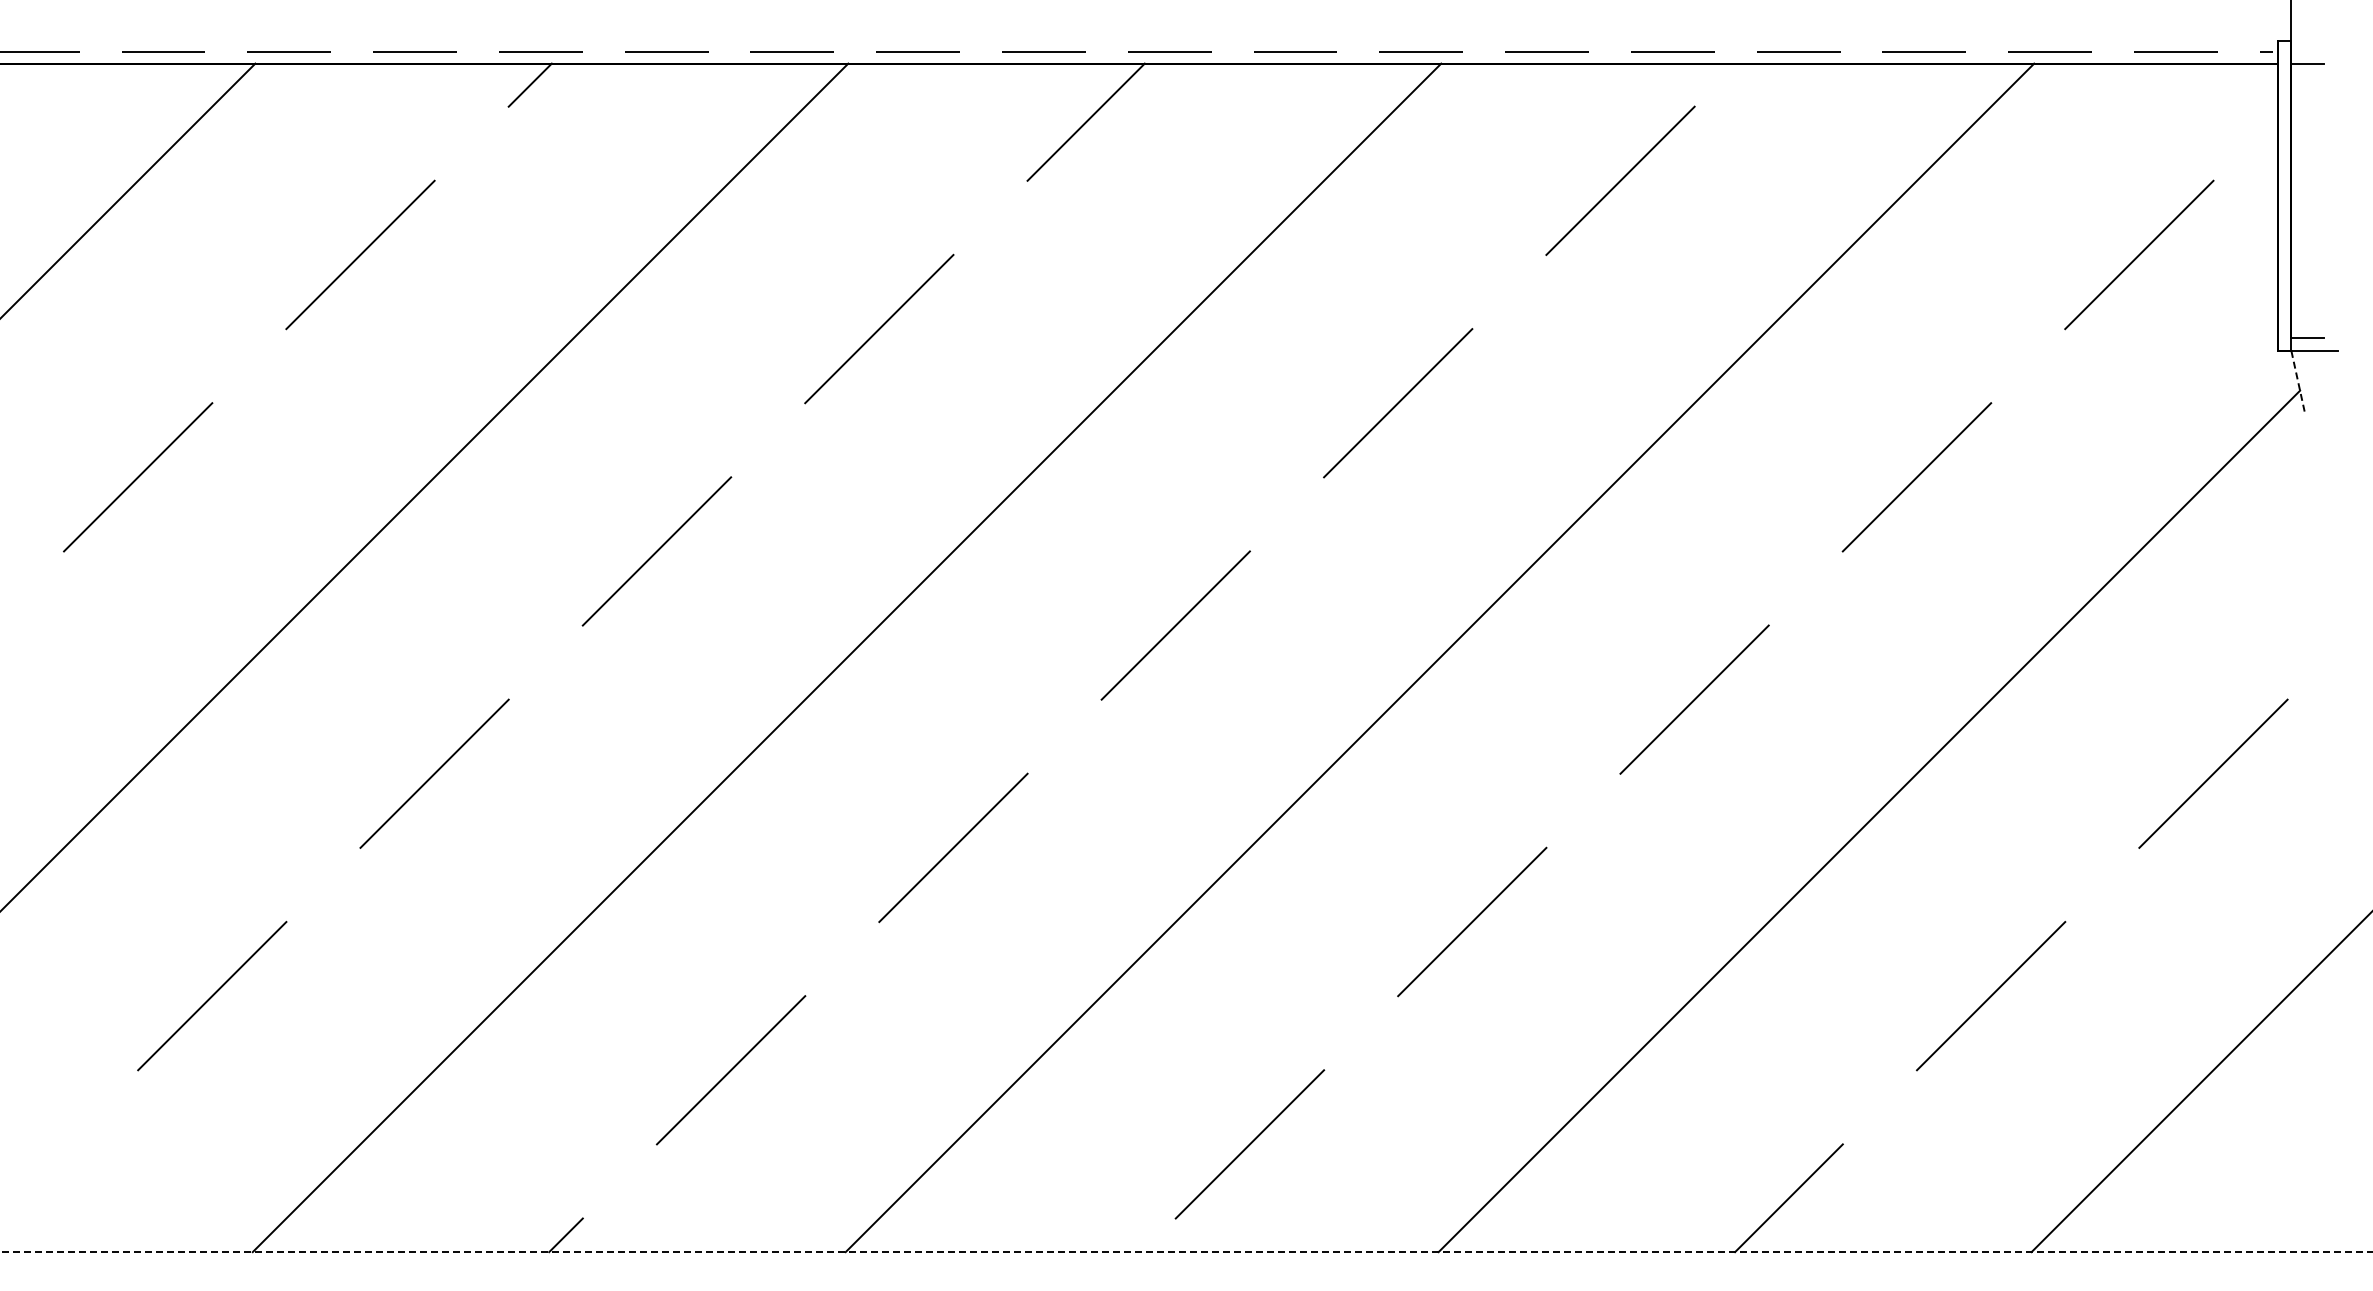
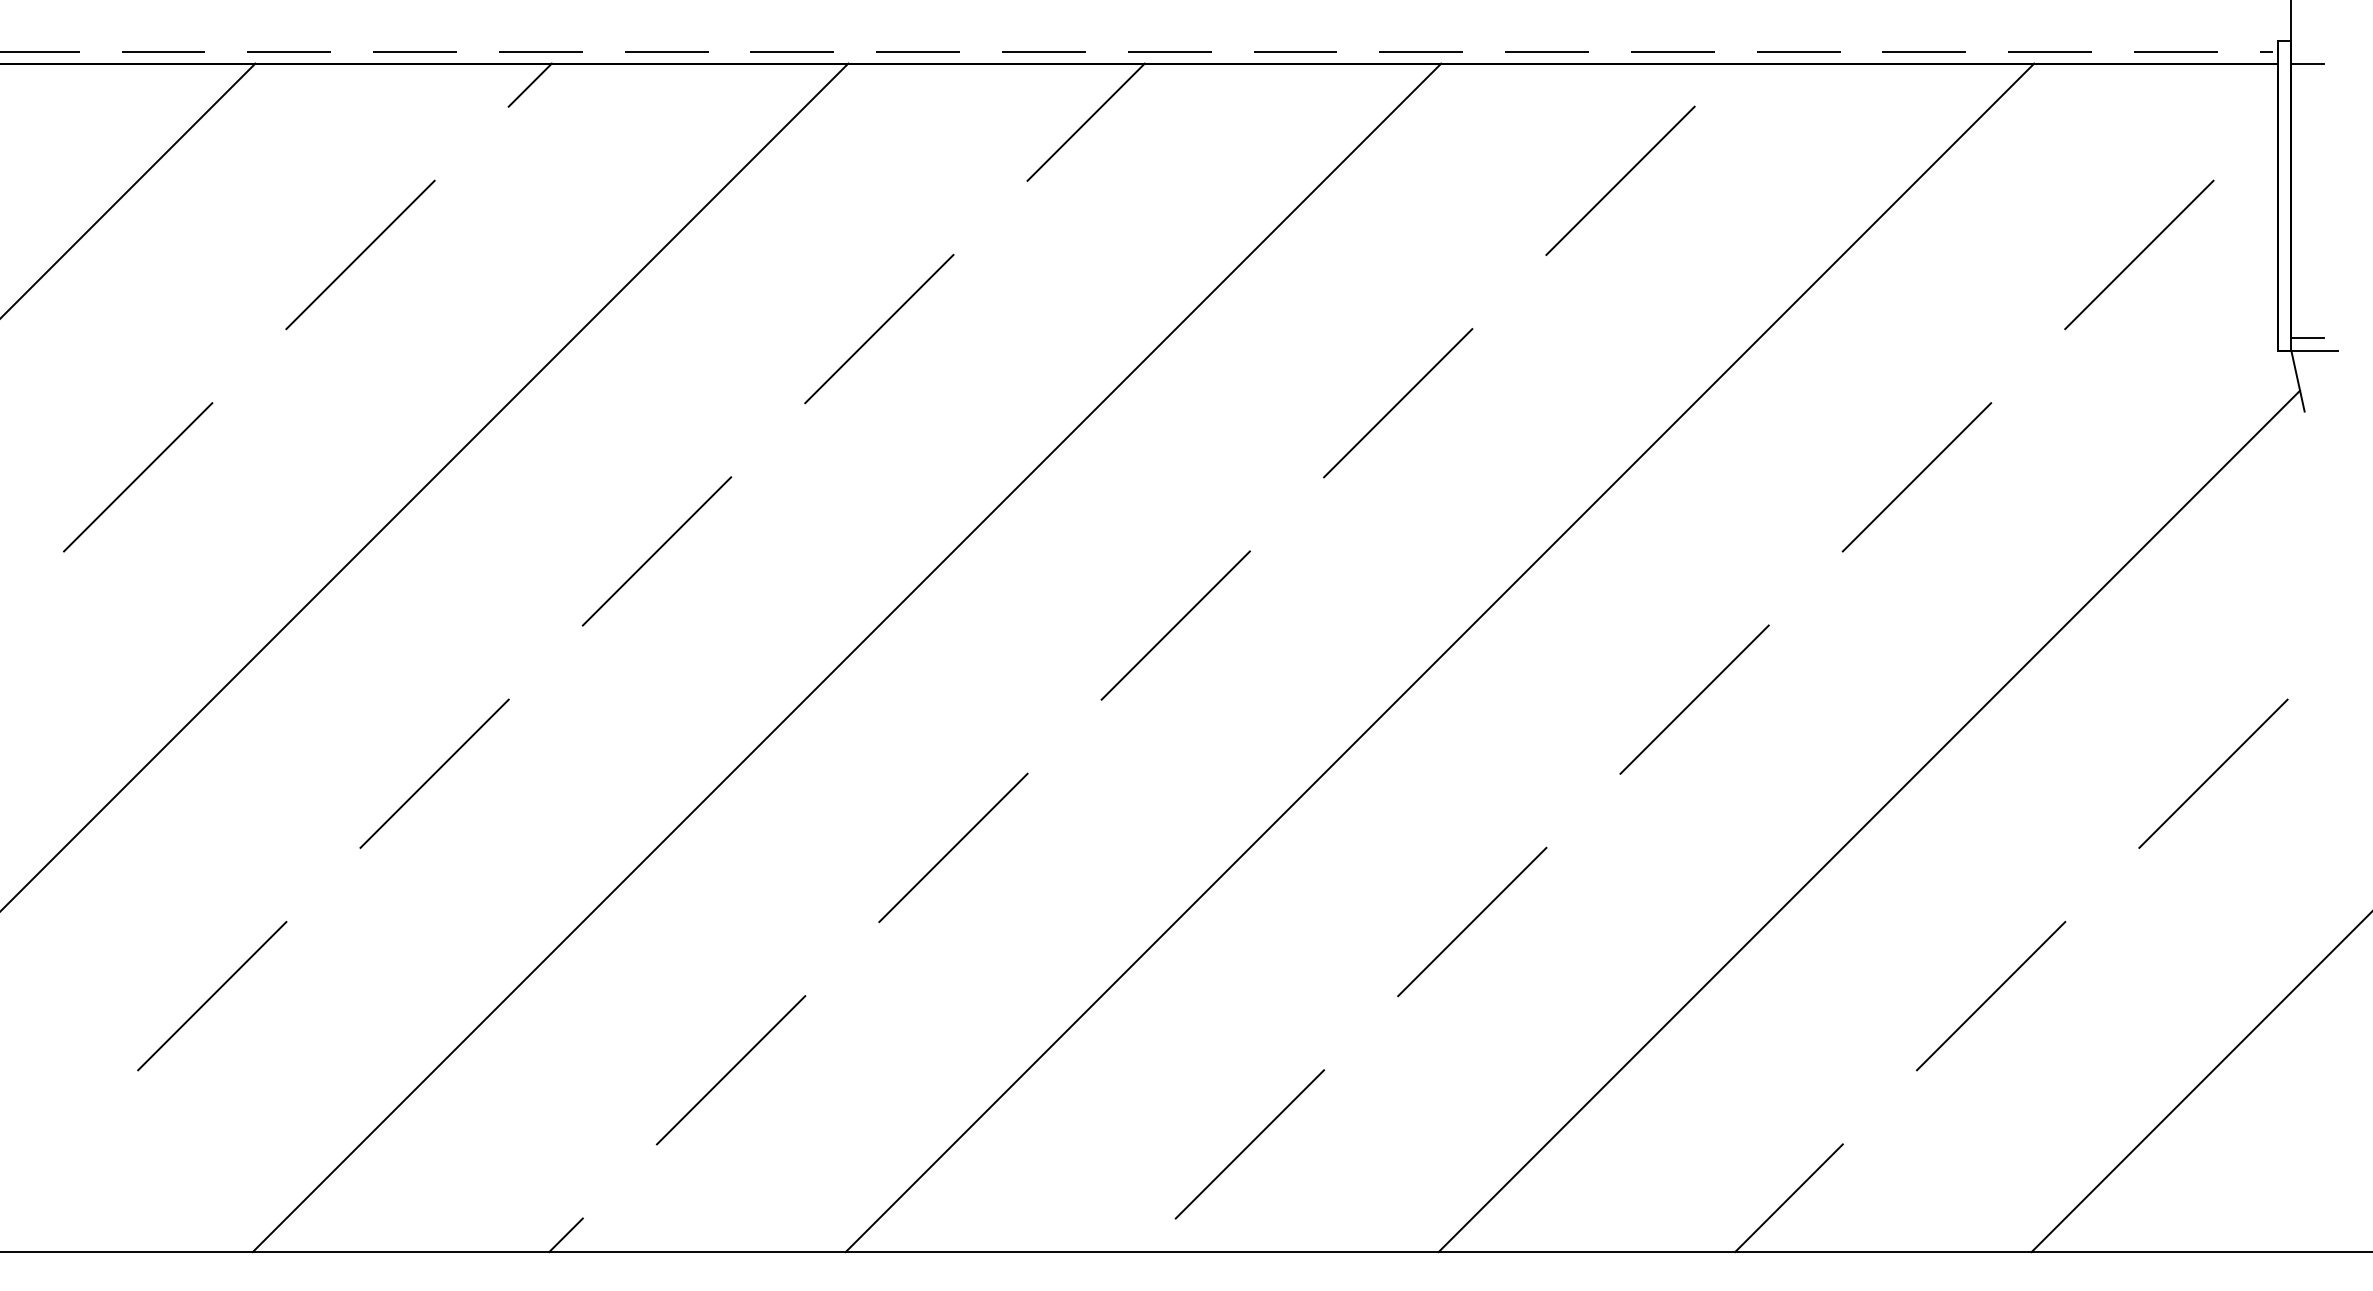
line at (2298, 381): dashed -> solid
line at (1186, 1252): dashed -> solid
